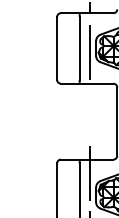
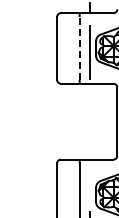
line at (79, 47): solid -> dashed
line at (89, 172): present -> none
